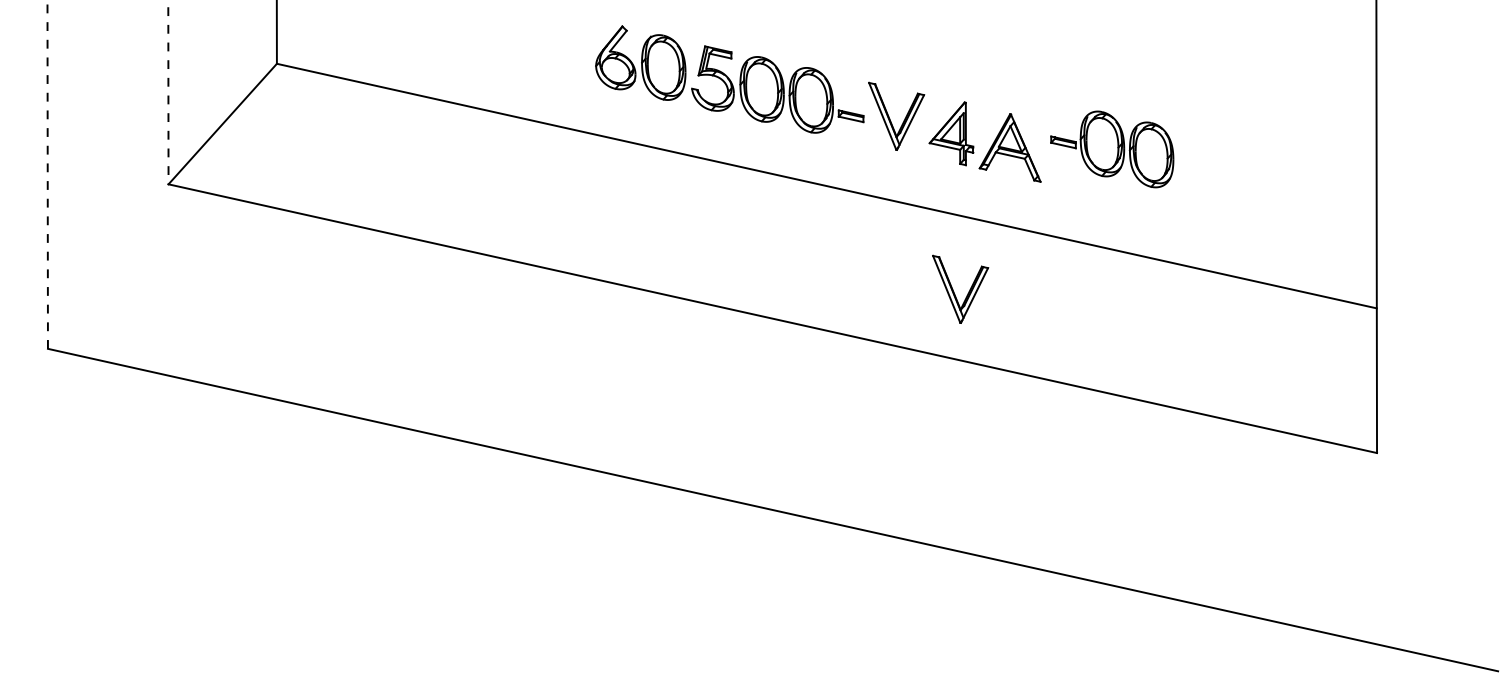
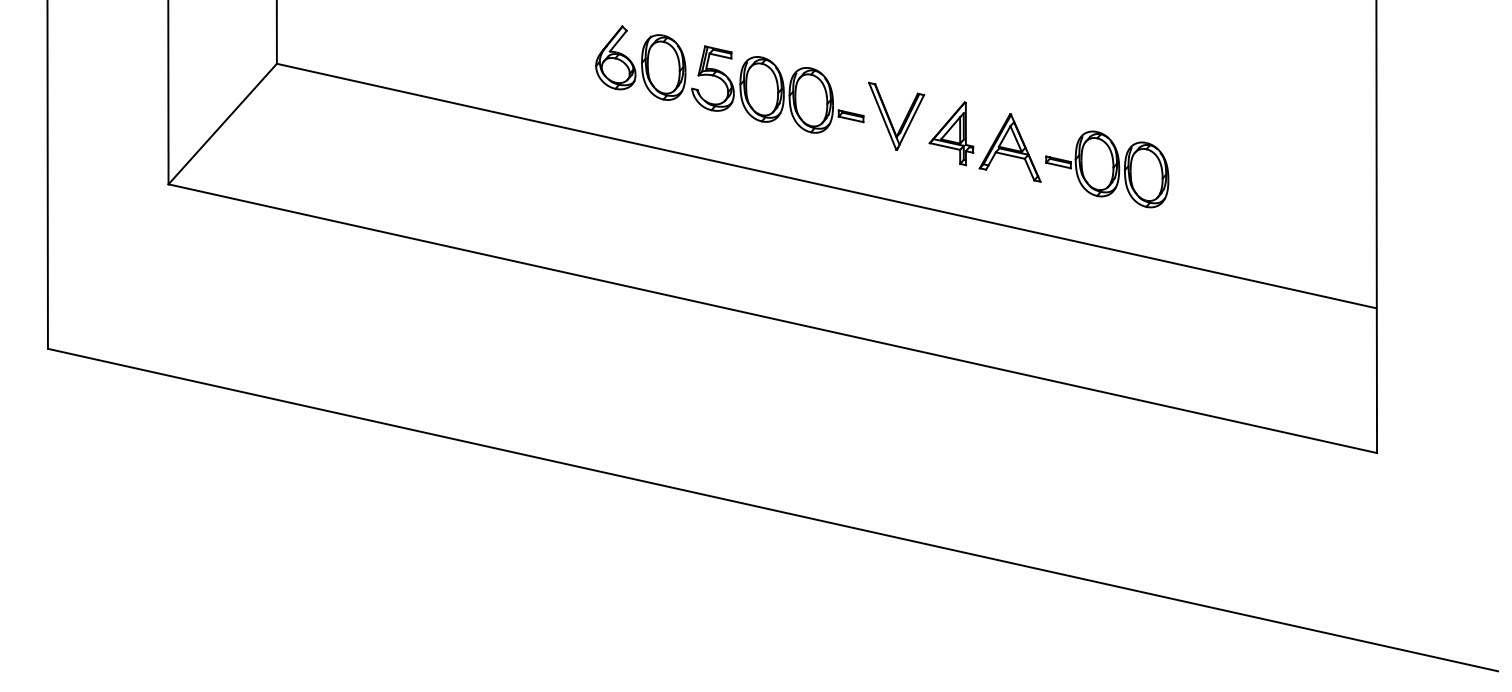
line at (168, 92): dashed -> solid
part at (1112, 149) position: (1112, 149) -> (1107, 169)
line at (47, 174): dashed -> solid
part at (954, 291): present -> none
